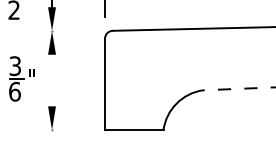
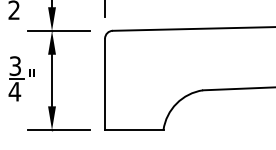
line at (59, 31): none -> present
line at (52, 80): none -> present
line at (239, 88): dashed -> solid
text at (14, 91): 6 -> 4
line at (59, 130): none -> present
